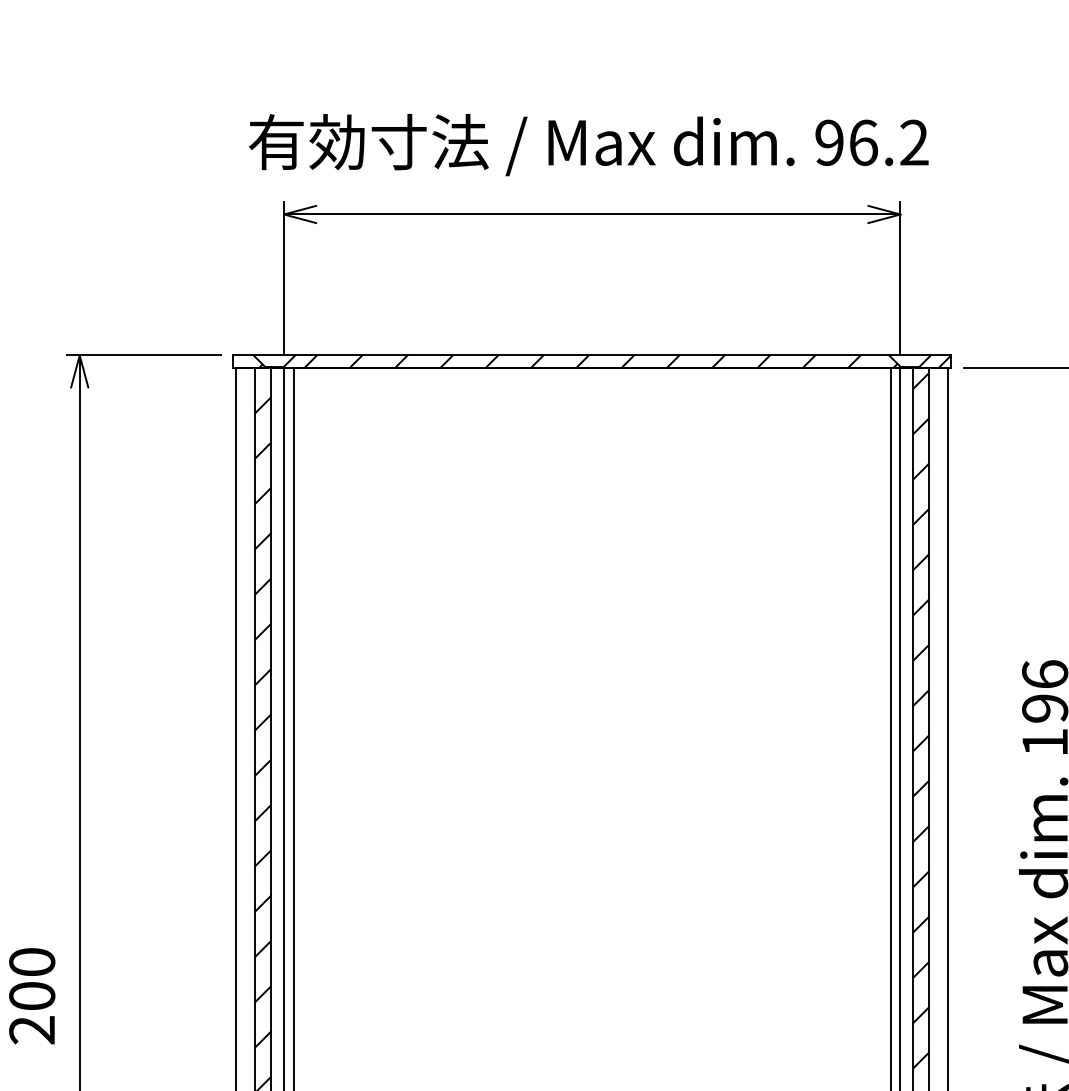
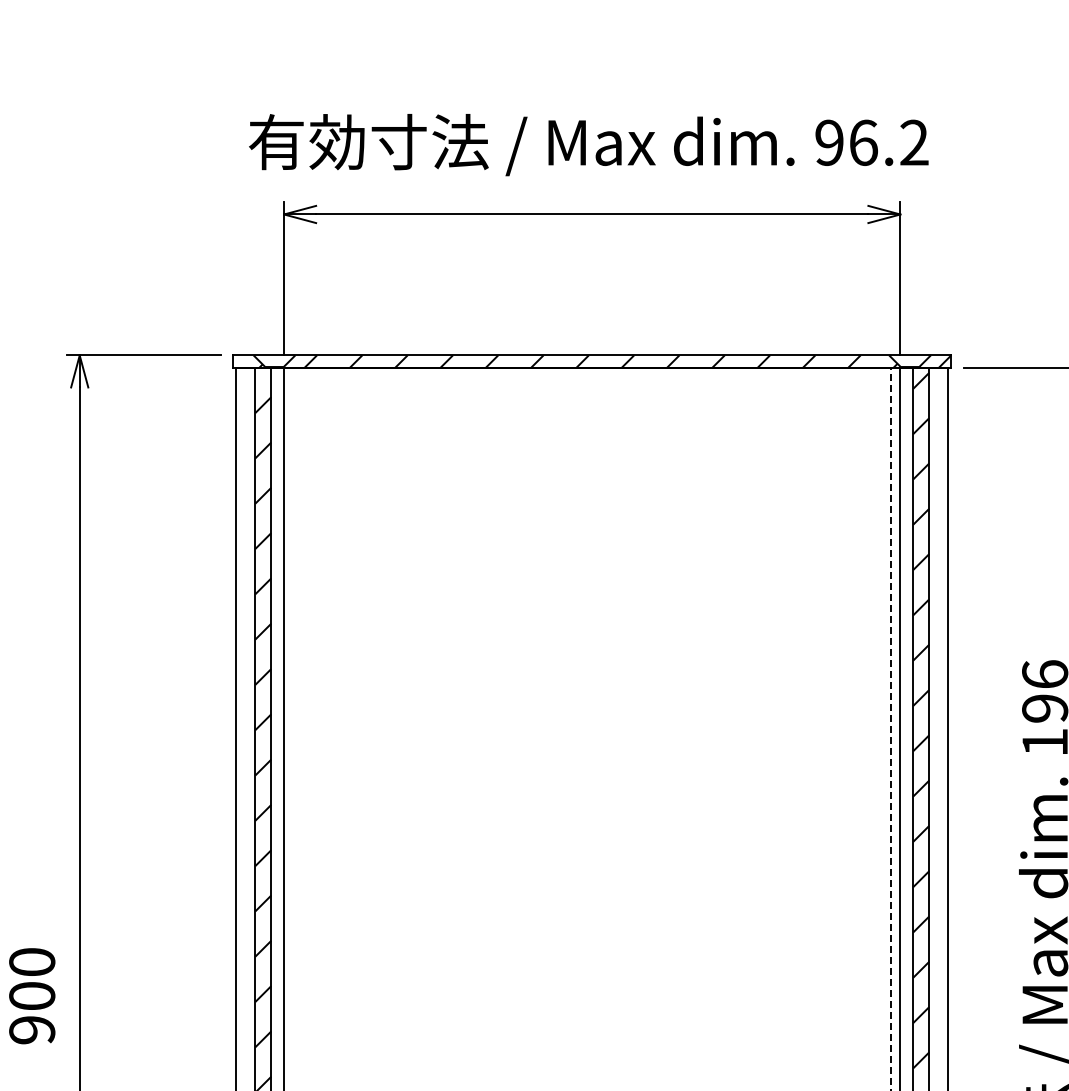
line at (293, 727): present -> none
line at (890, 729): solid -> dashed
text at (32, 1030): 200 -> 900
